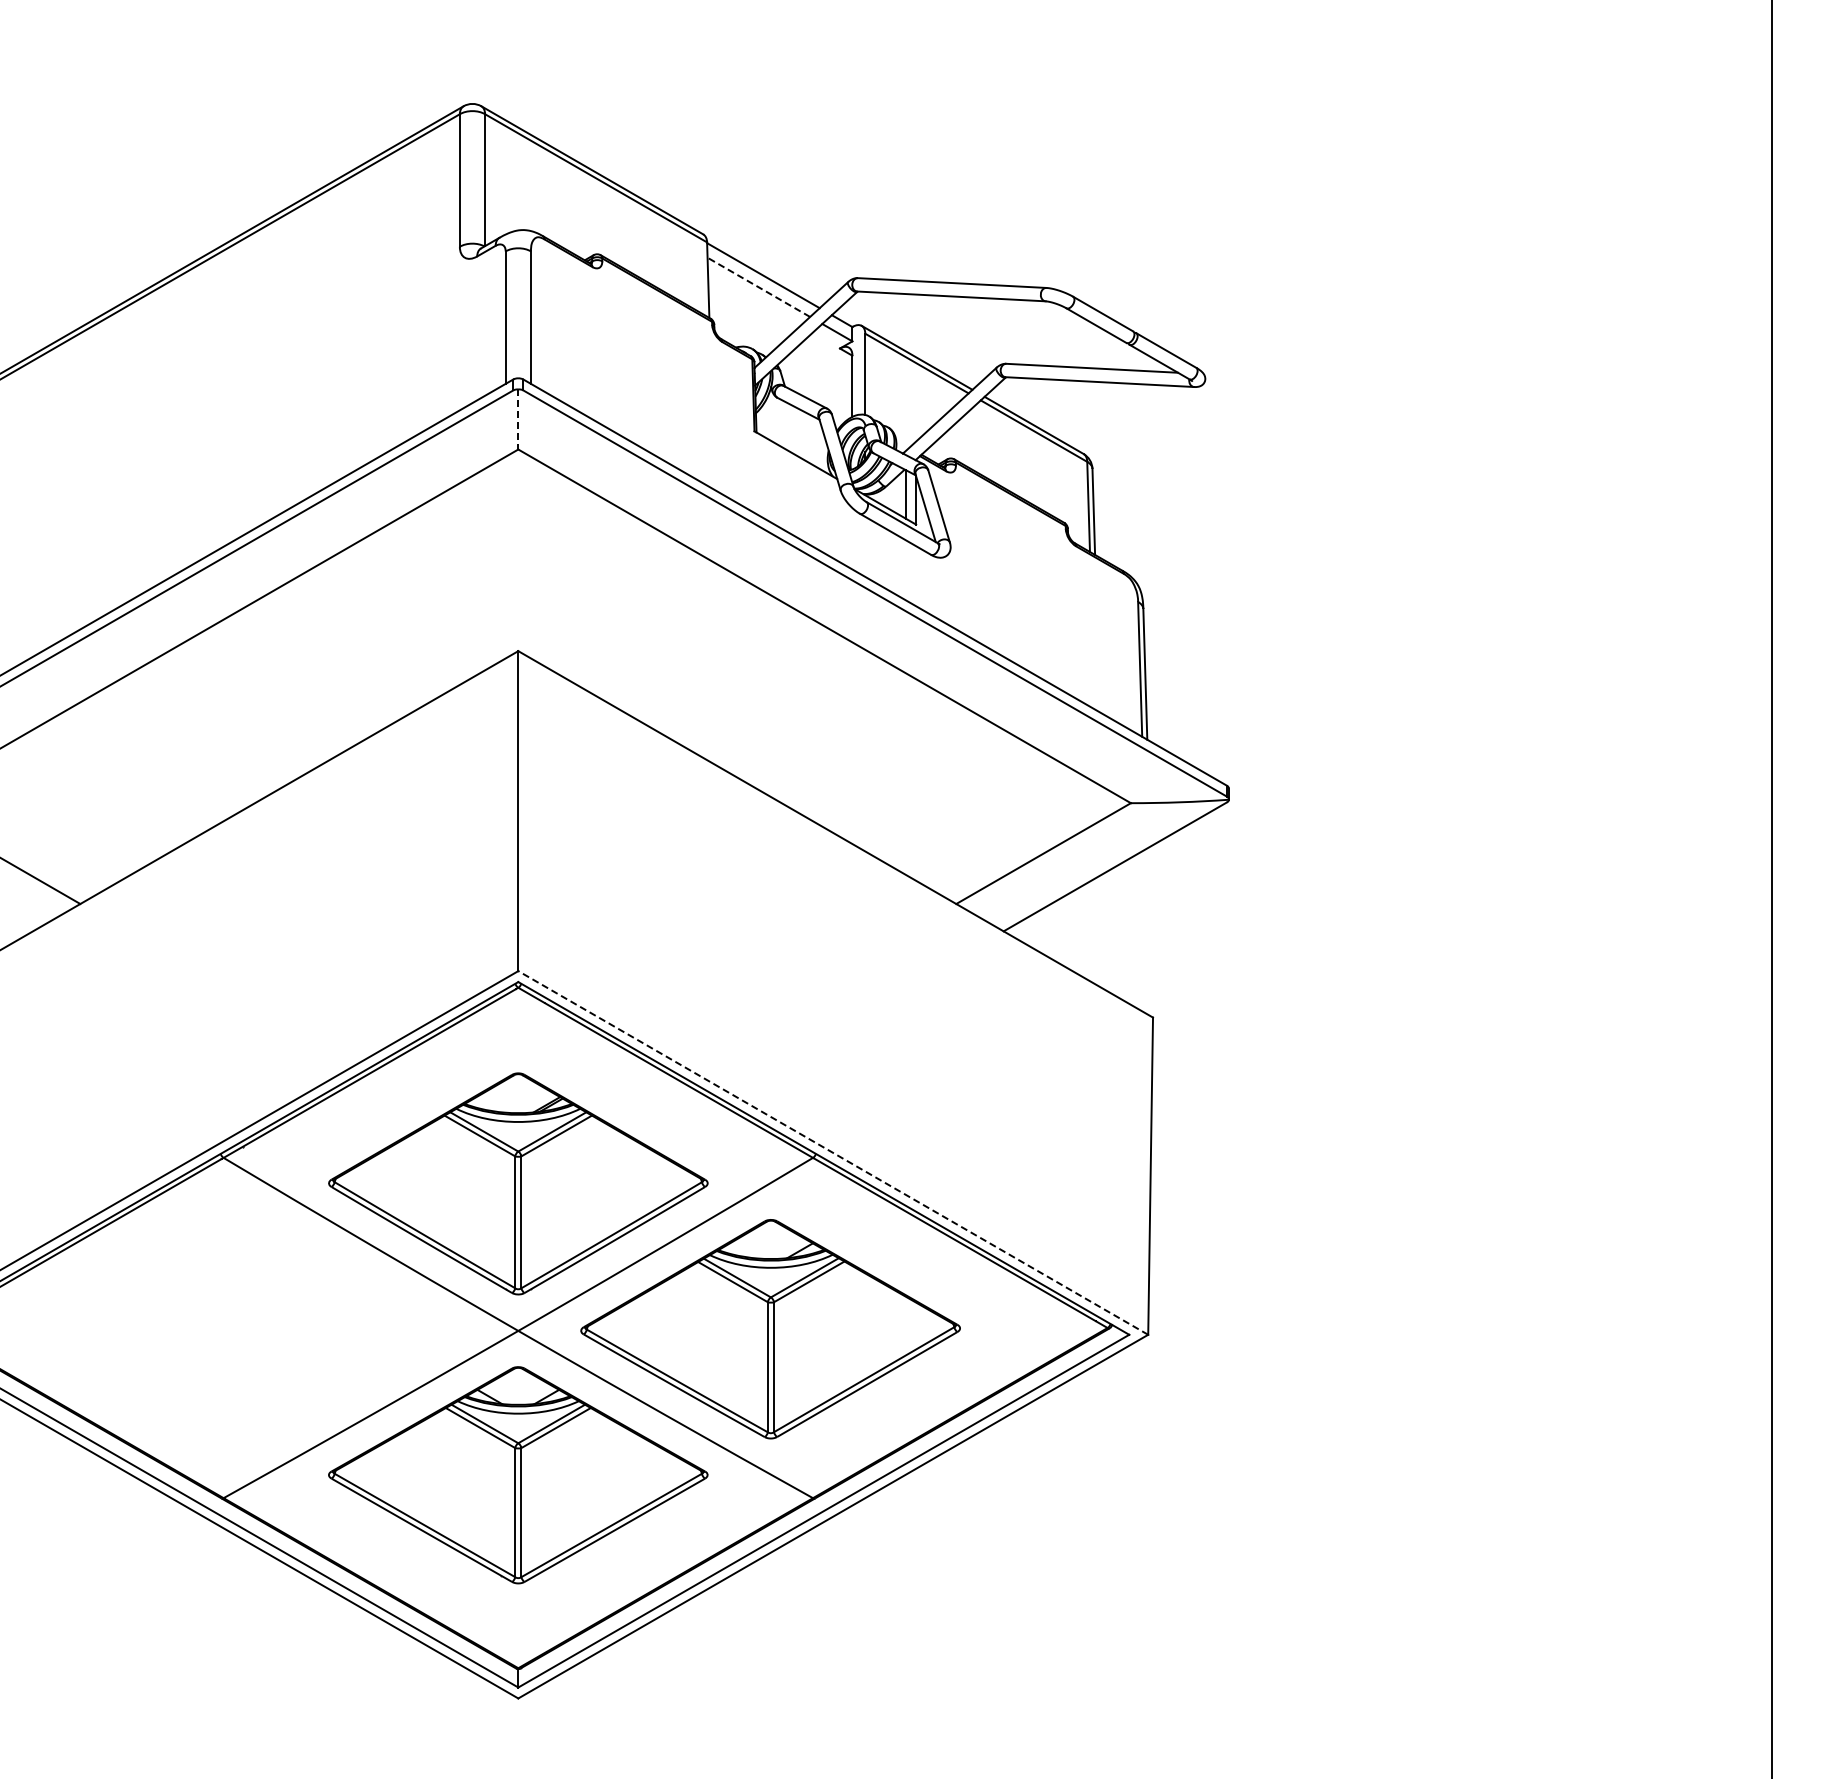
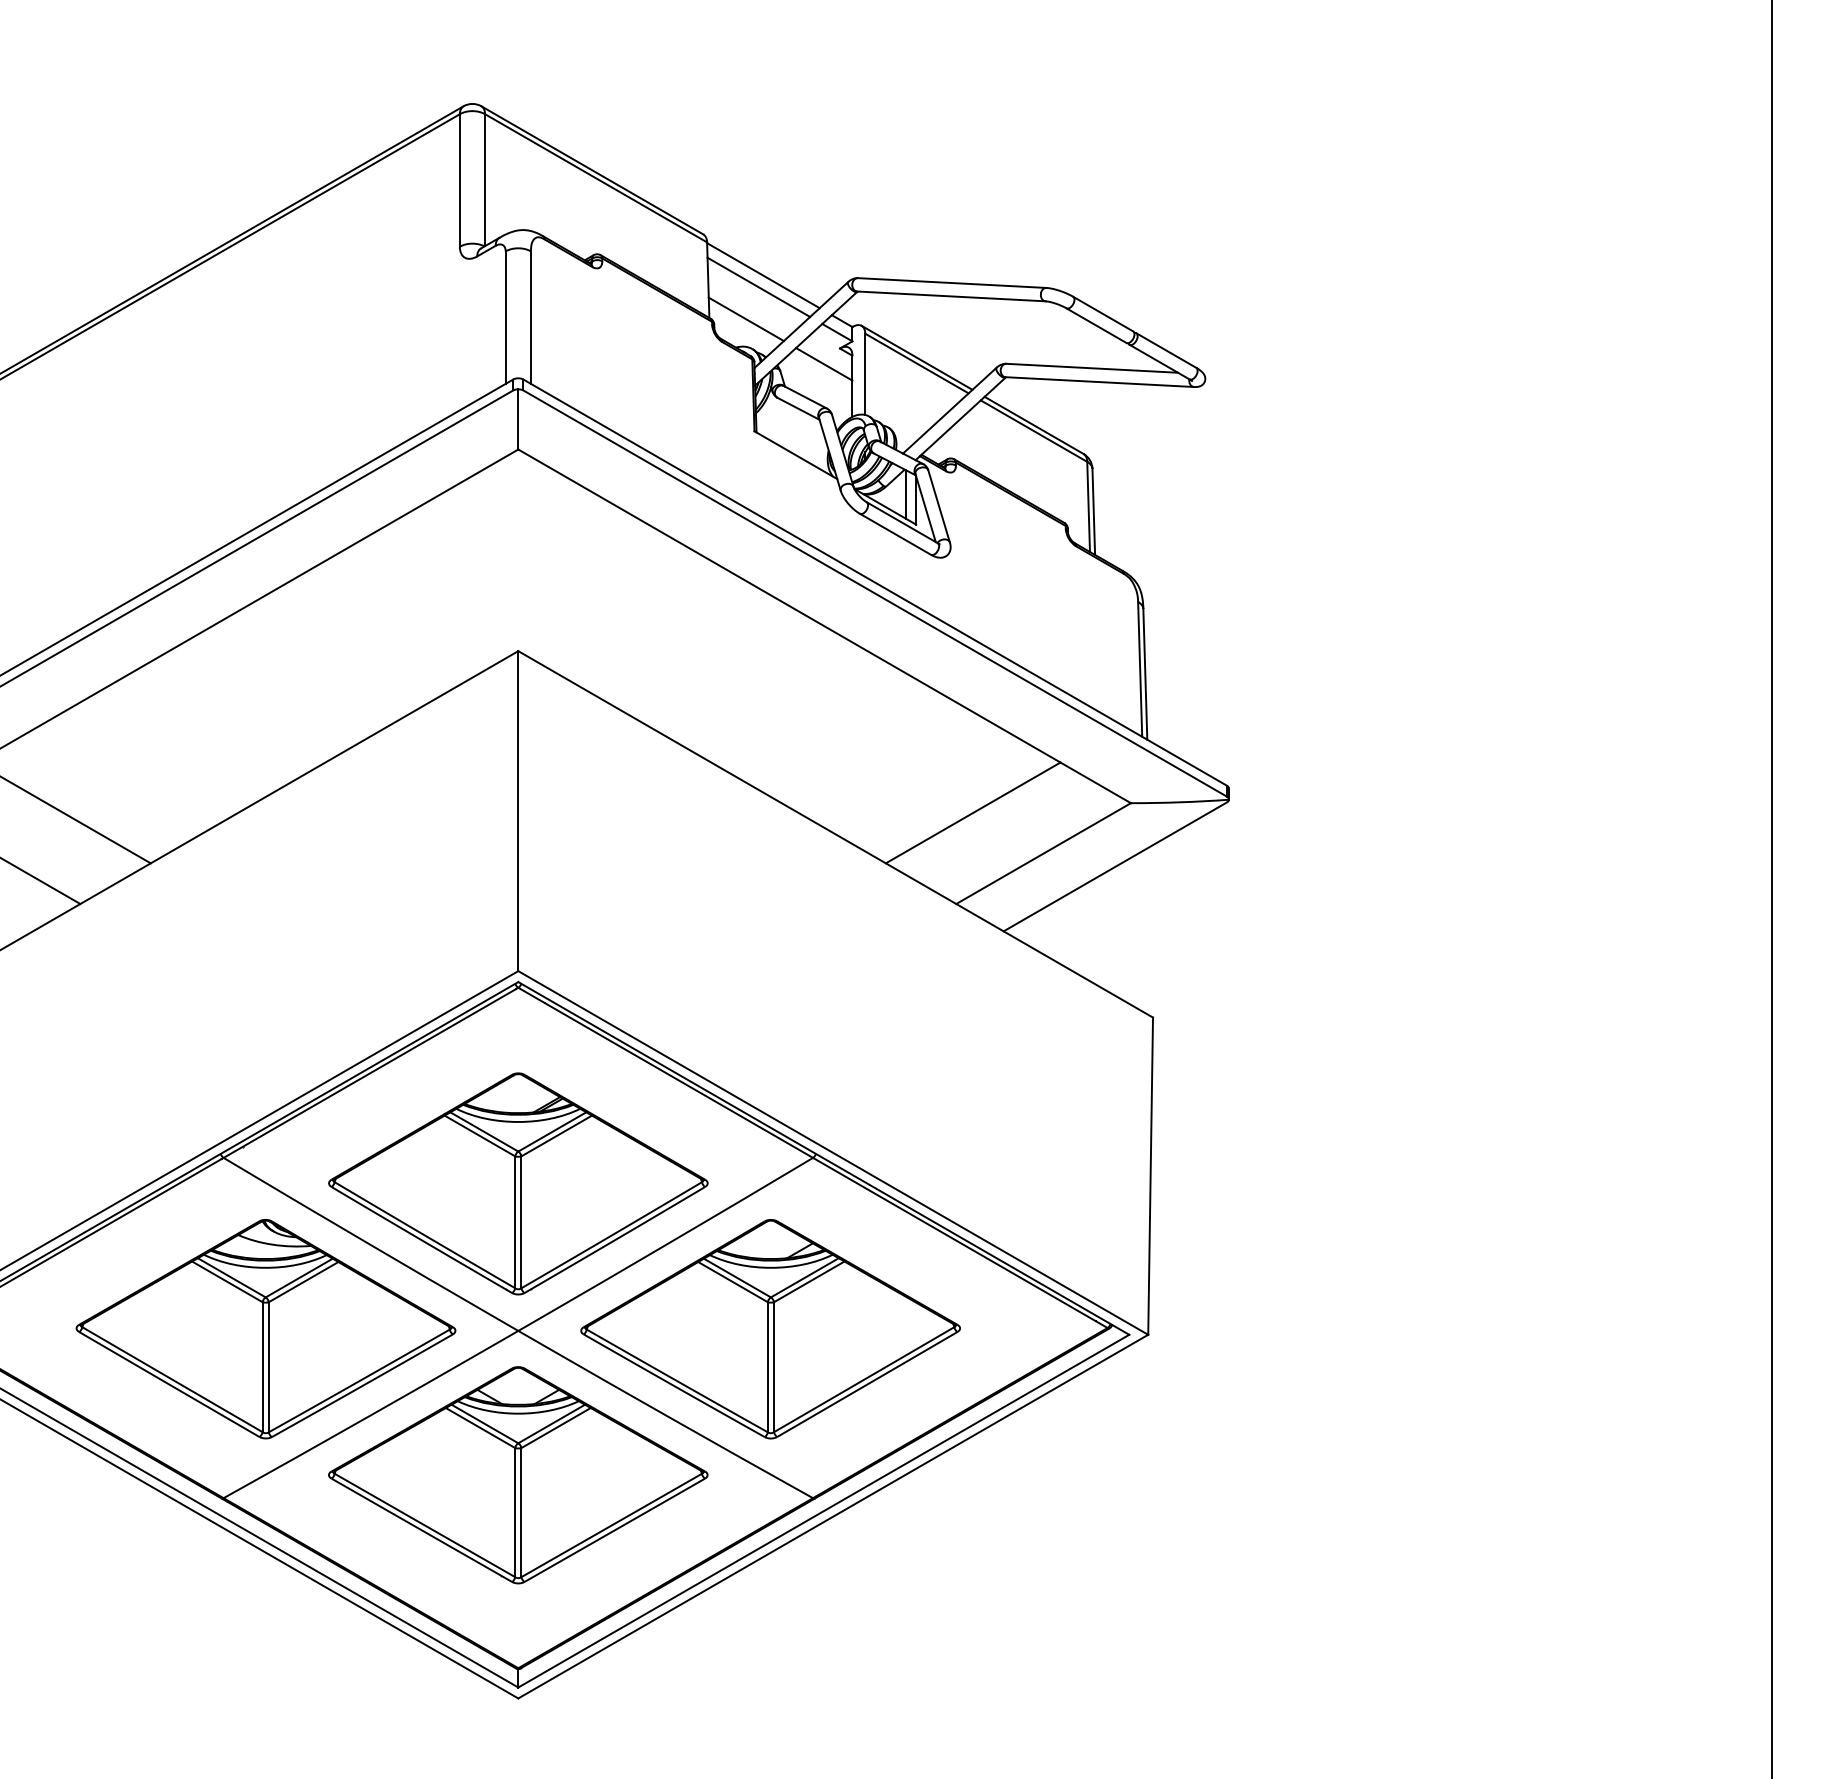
line at (758, 287): dashed -> solid
line at (745, 319): none -> present
line at (824, 364): none -> present
line at (518, 419): dashed -> solid
line at (972, 812): none -> present
line at (76, 820): none -> present
line at (833, 1152): dashed -> solid
part at (265, 1329): none -> present
